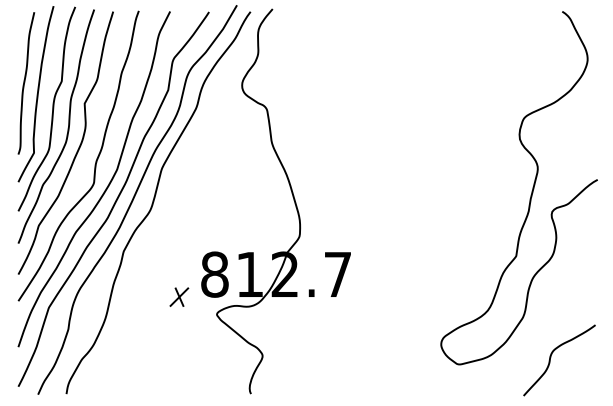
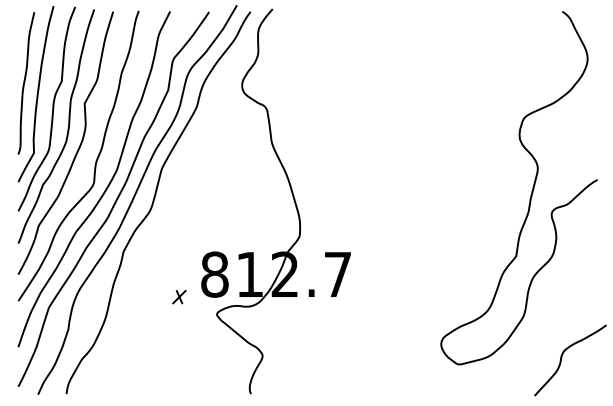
part at (179, 296) size: 21x20 px -> 15x16 px
curve at (551, 357) position: (551, 357) -> (562, 357)
